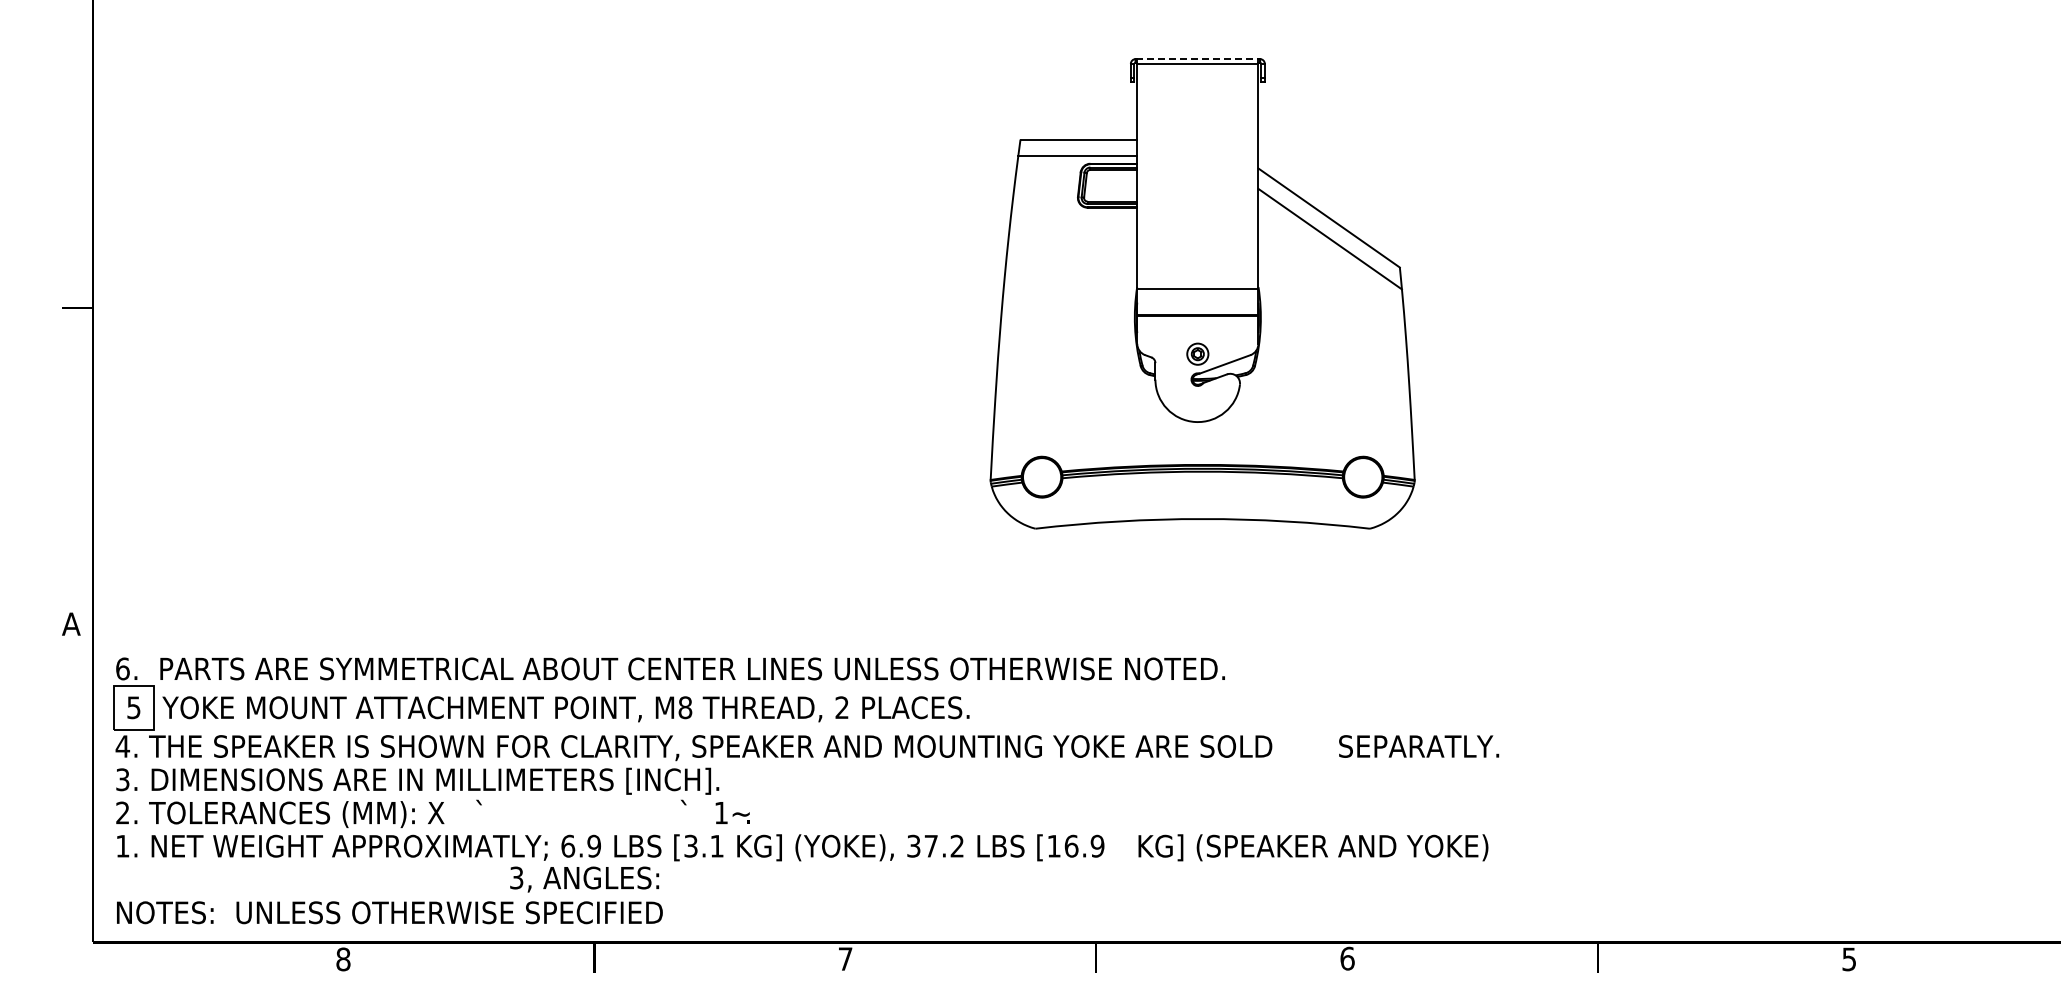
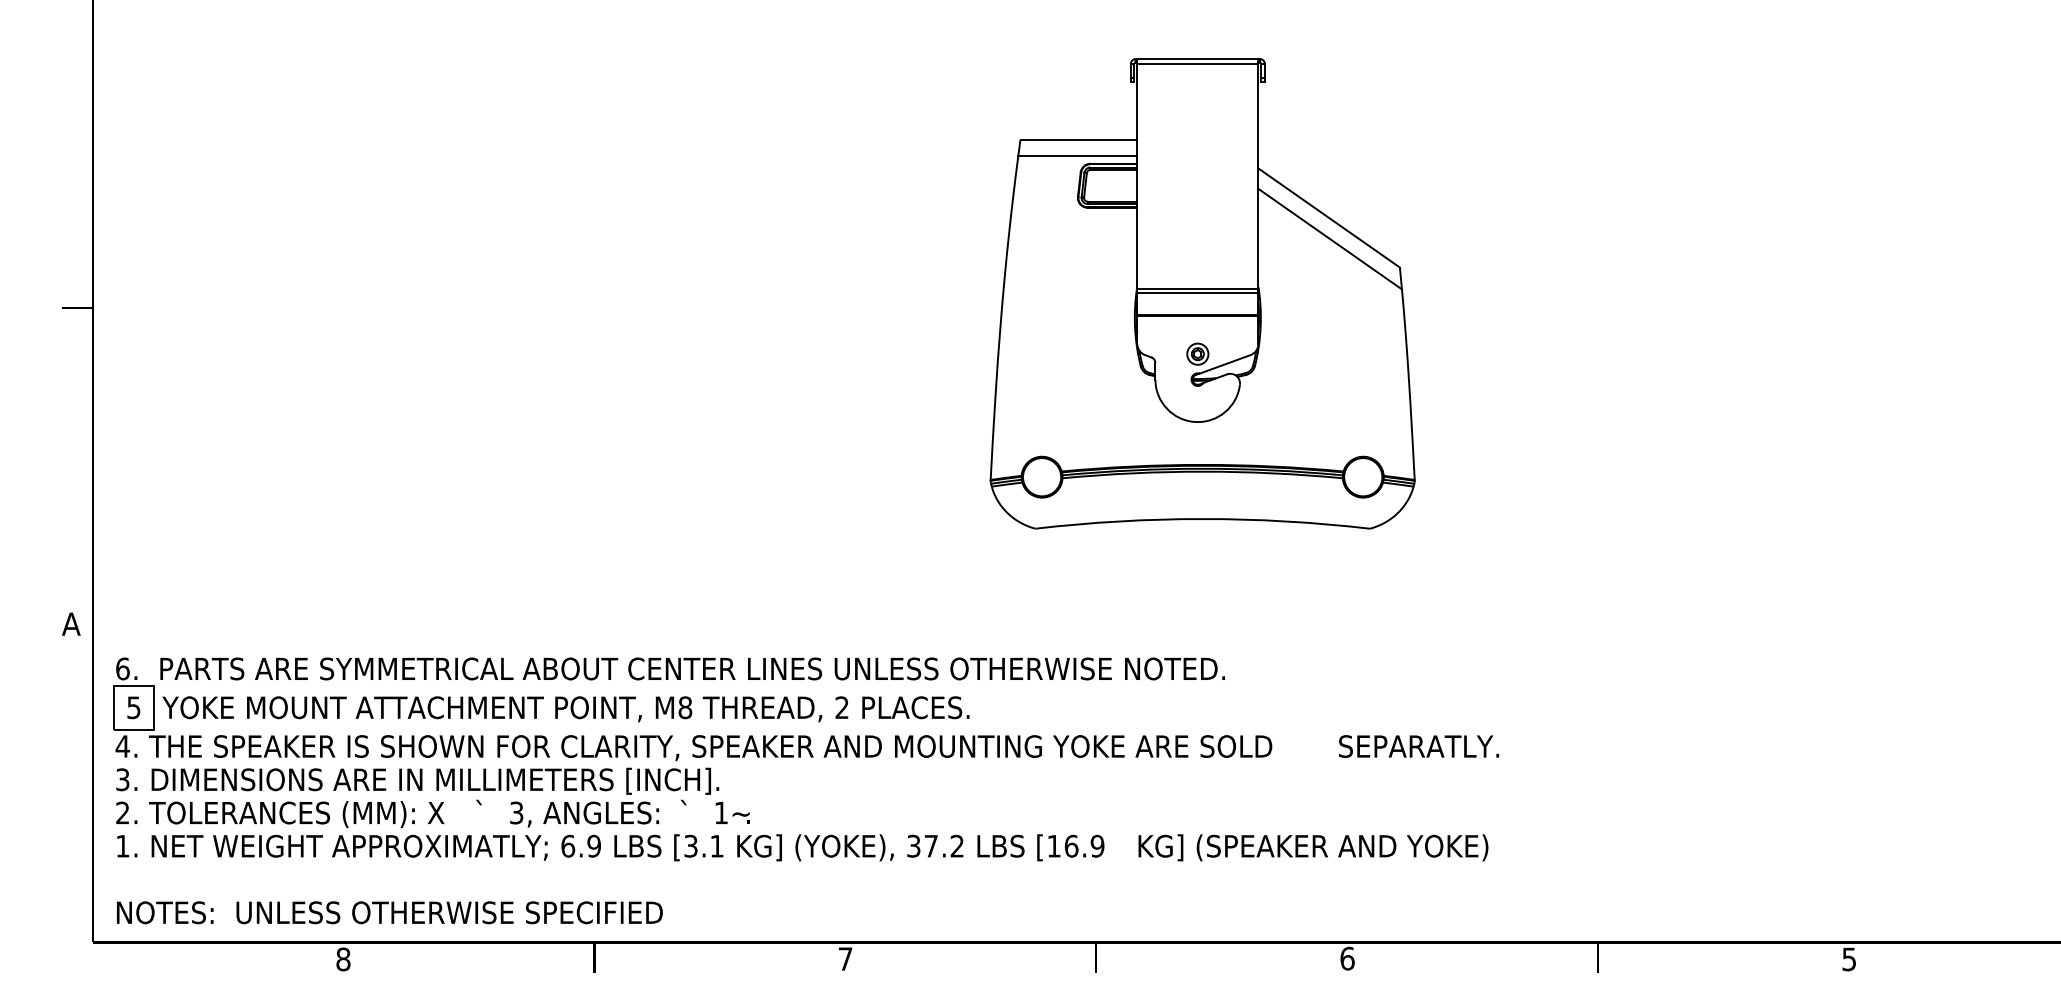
line at (1198, 59): dashed -> solid
line at (1197, 292): none -> present
text at (584, 879) position: (584, 879) -> (584, 814)
